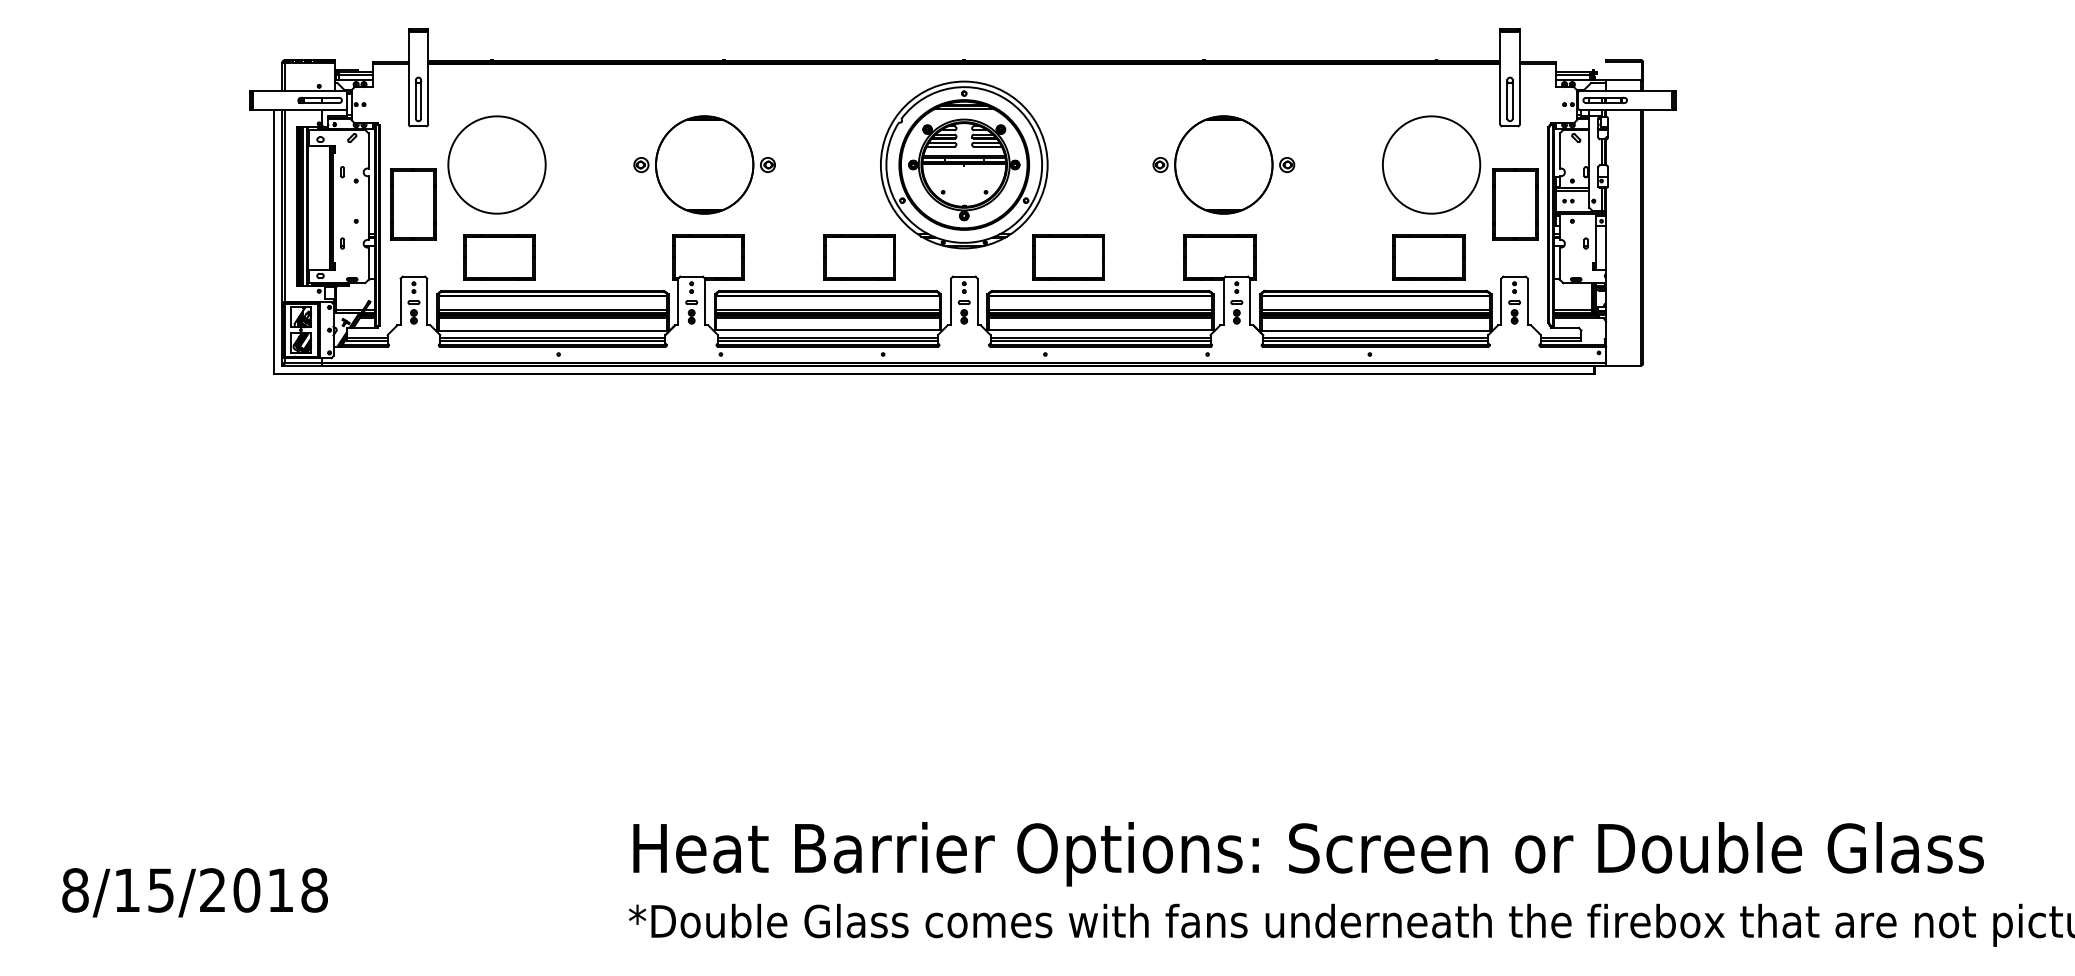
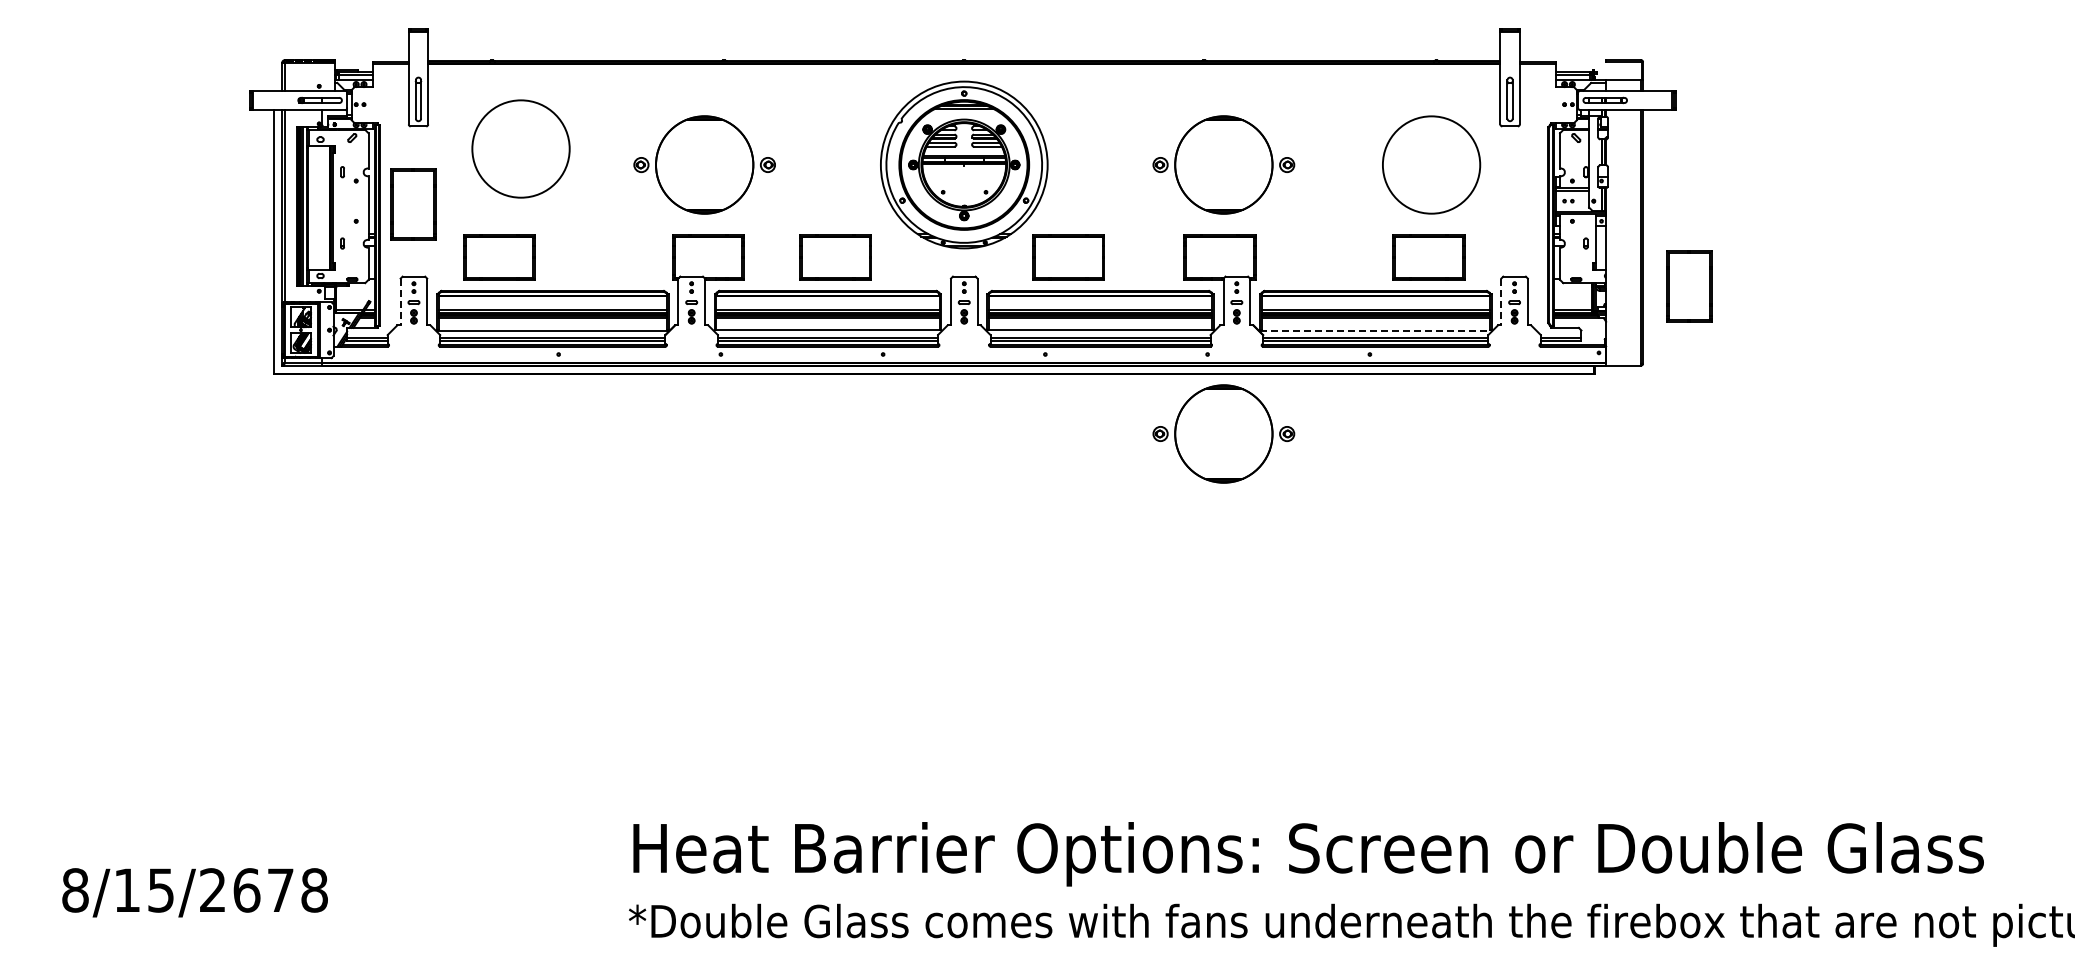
circle at (496, 164) position: (496, 164) -> (520, 148)
part at (1515, 204) position: (1515, 204) -> (1689, 286)
part at (859, 257) position: (859, 257) -> (835, 257)
line at (400, 302): solid -> dashed
line at (1501, 302): solid -> dashed
line at (1375, 330): solid -> dashed
part at (1223, 433): none -> present
text at (263, 890): 8/15/2018 -> 8/15/2678
